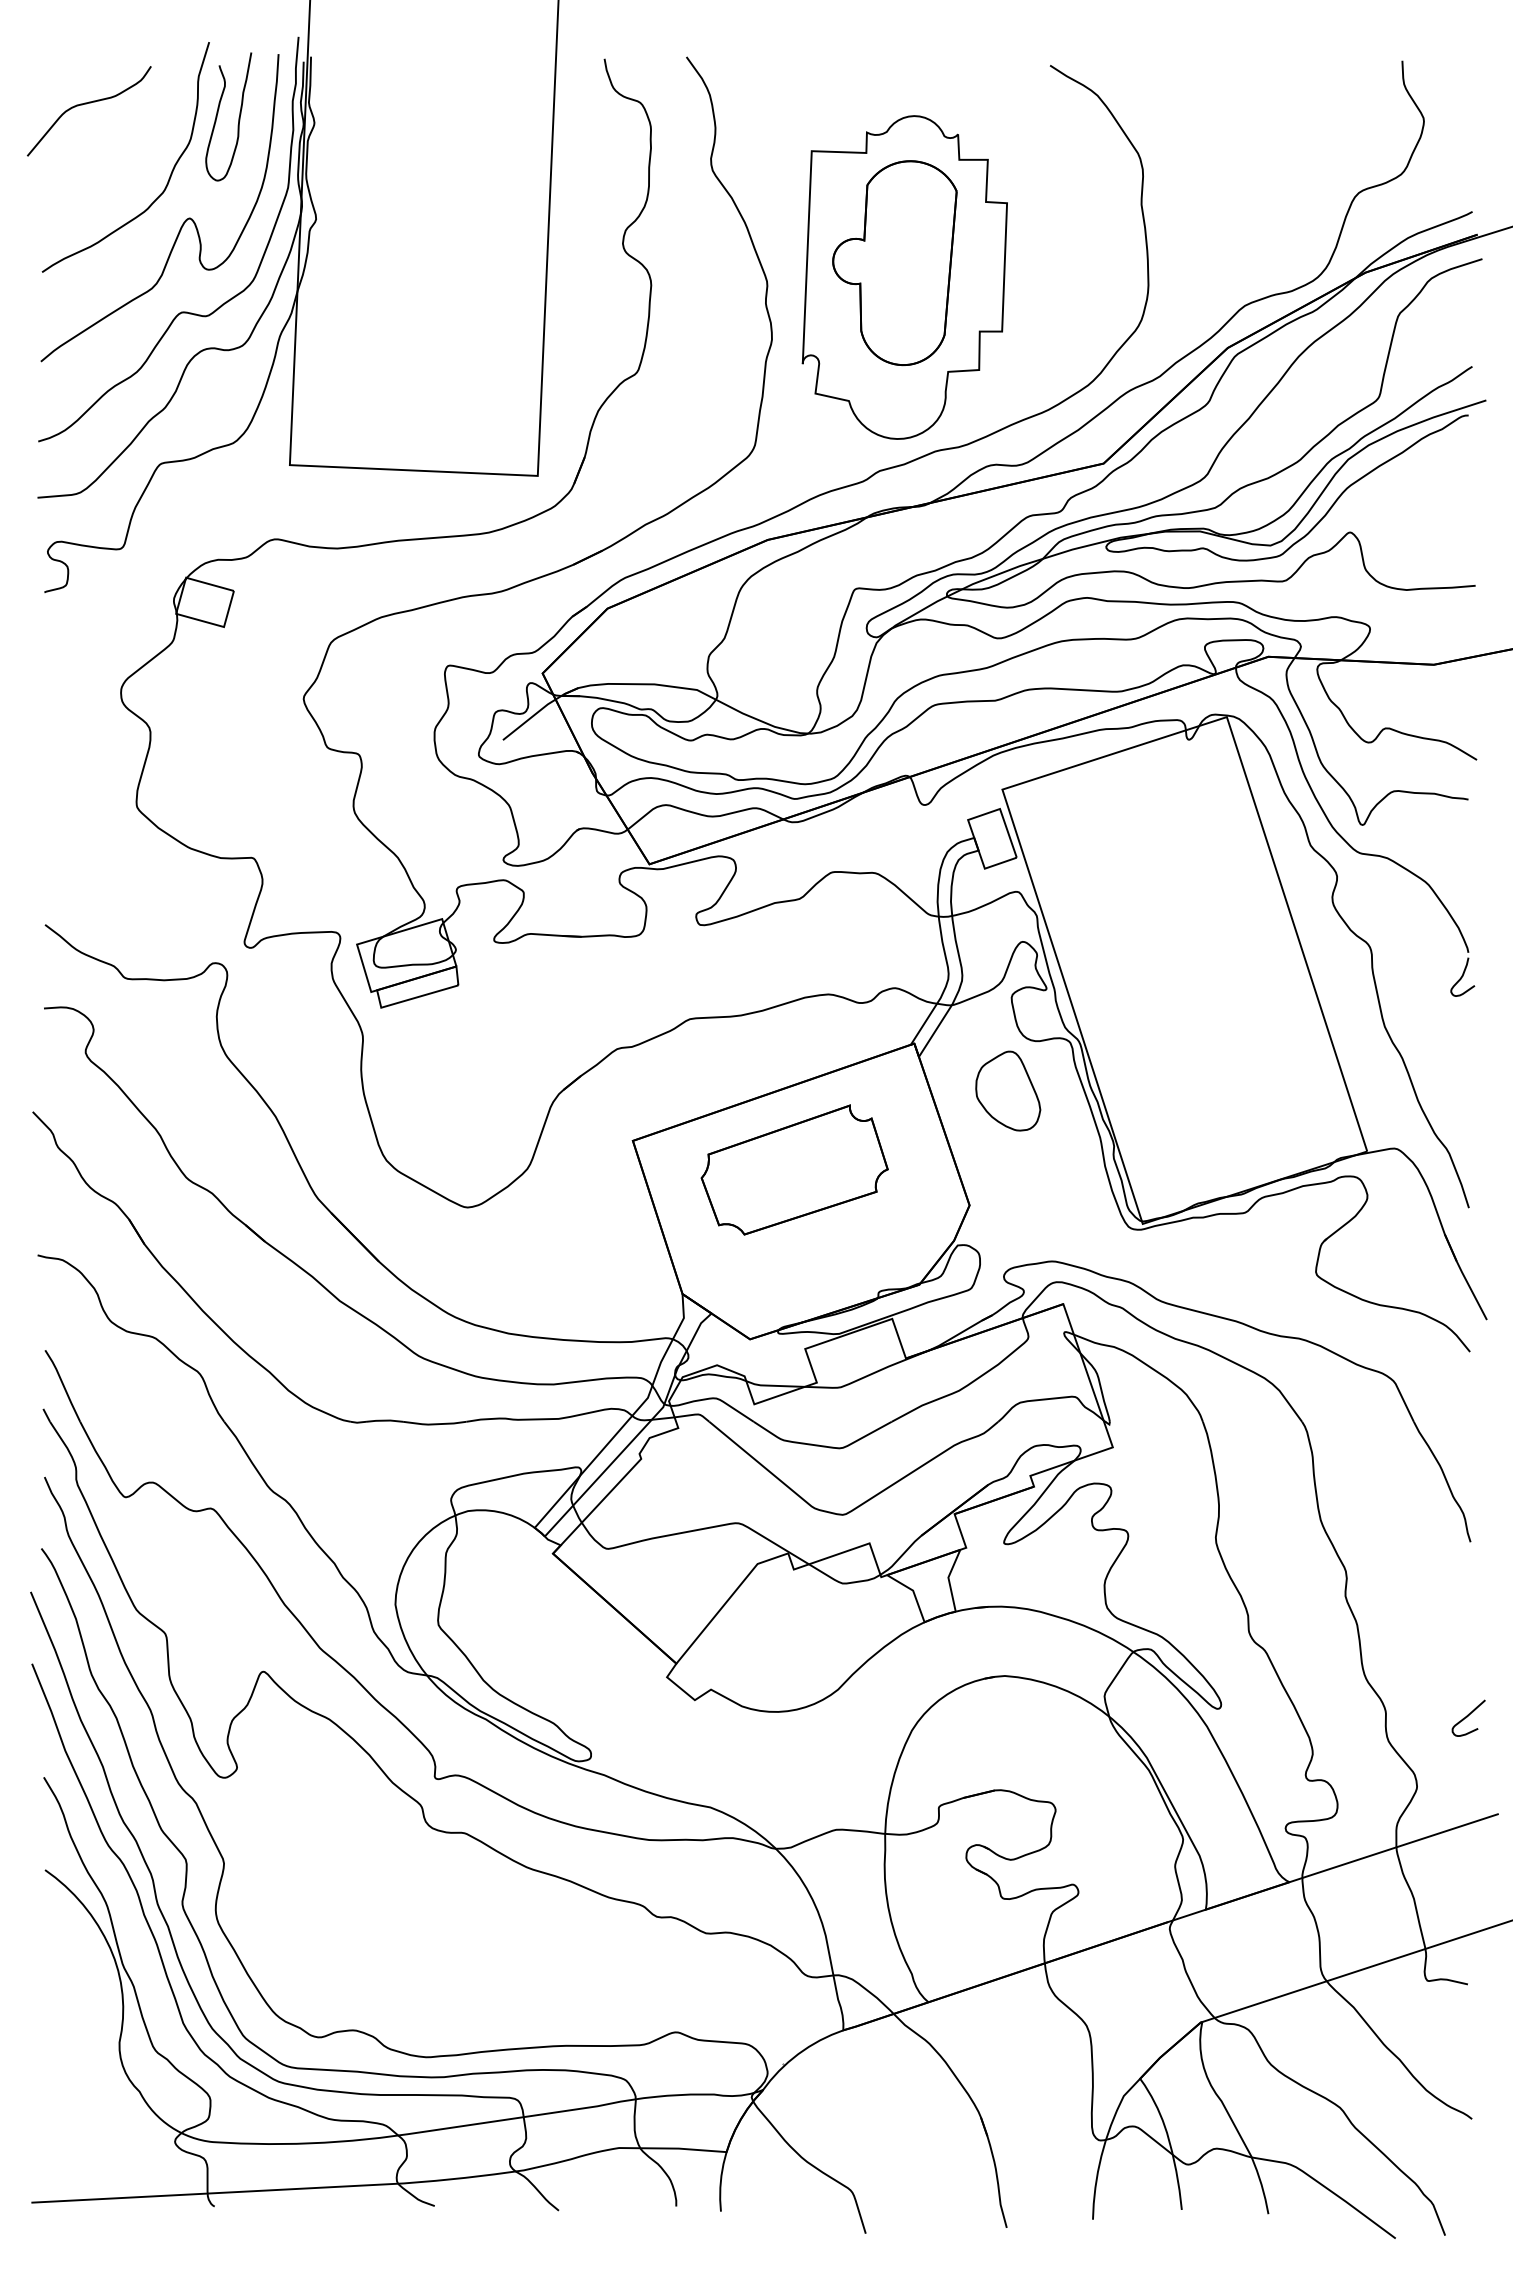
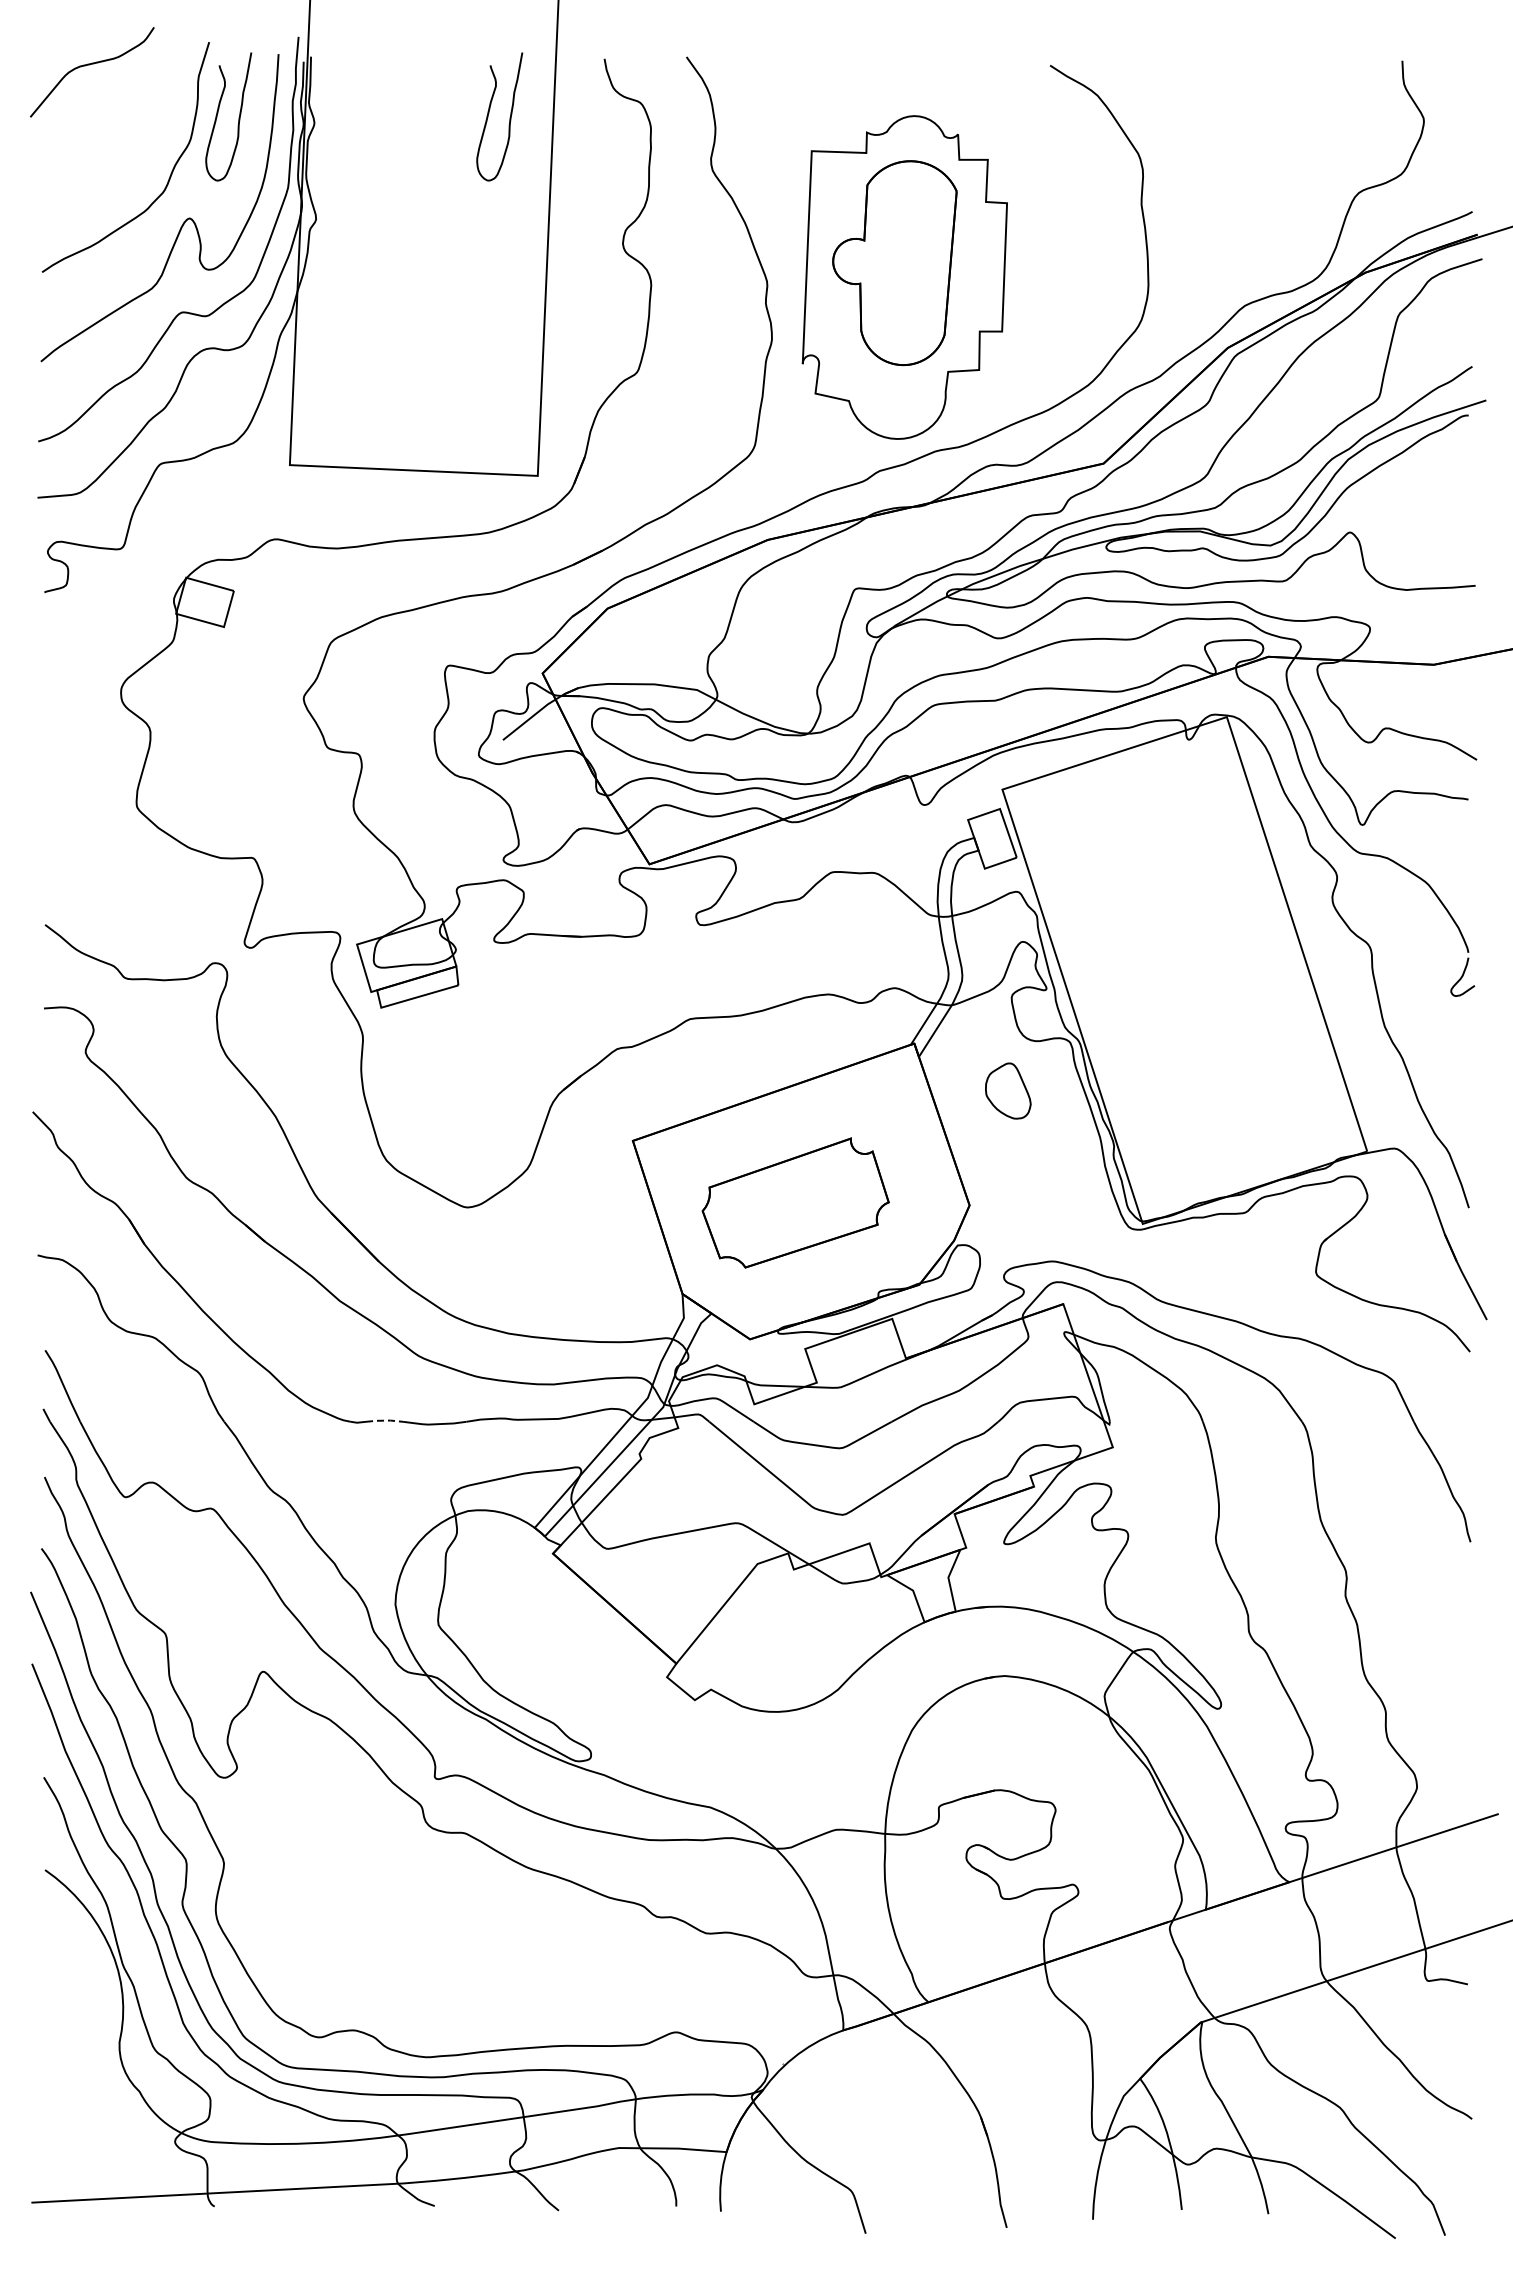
curve at (86, 104) position: (86, 104) -> (89, 65)
curve at (509, 117): none -> present
part at (1008, 1090) size: 67x82 px -> 47x58 px
part at (794, 1169) position: (794, 1169) -> (795, 1202)
line at (384, 1420): solid -> dashed
curve at (1468, 1716): present -> none
